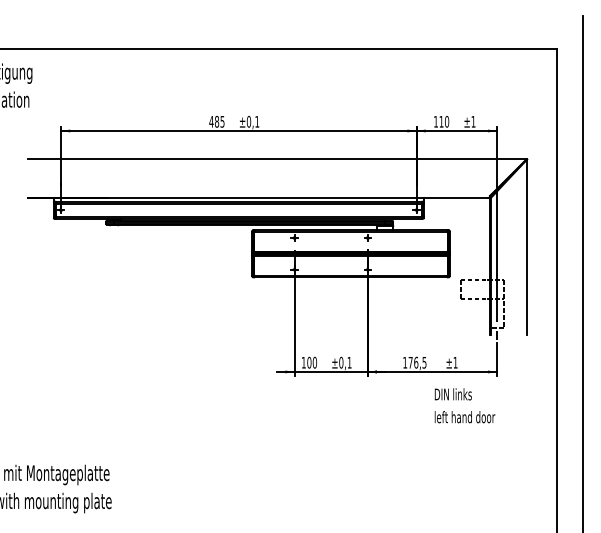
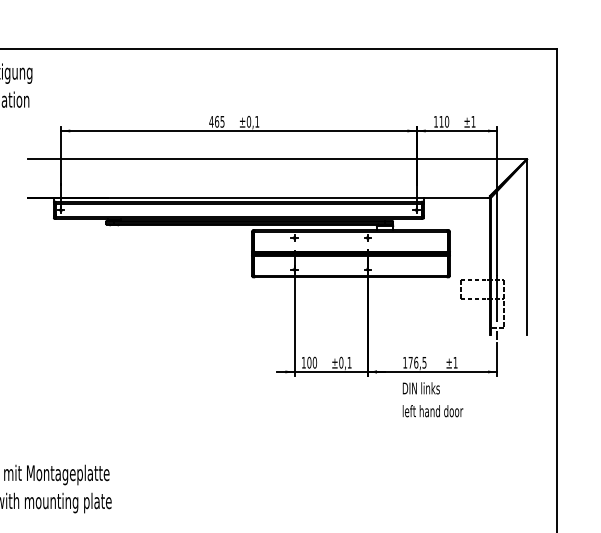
text at (217, 121): 485 -> 465
line at (582, 272): present -> none
text at (464, 405) position: (464, 405) -> (432, 399)
